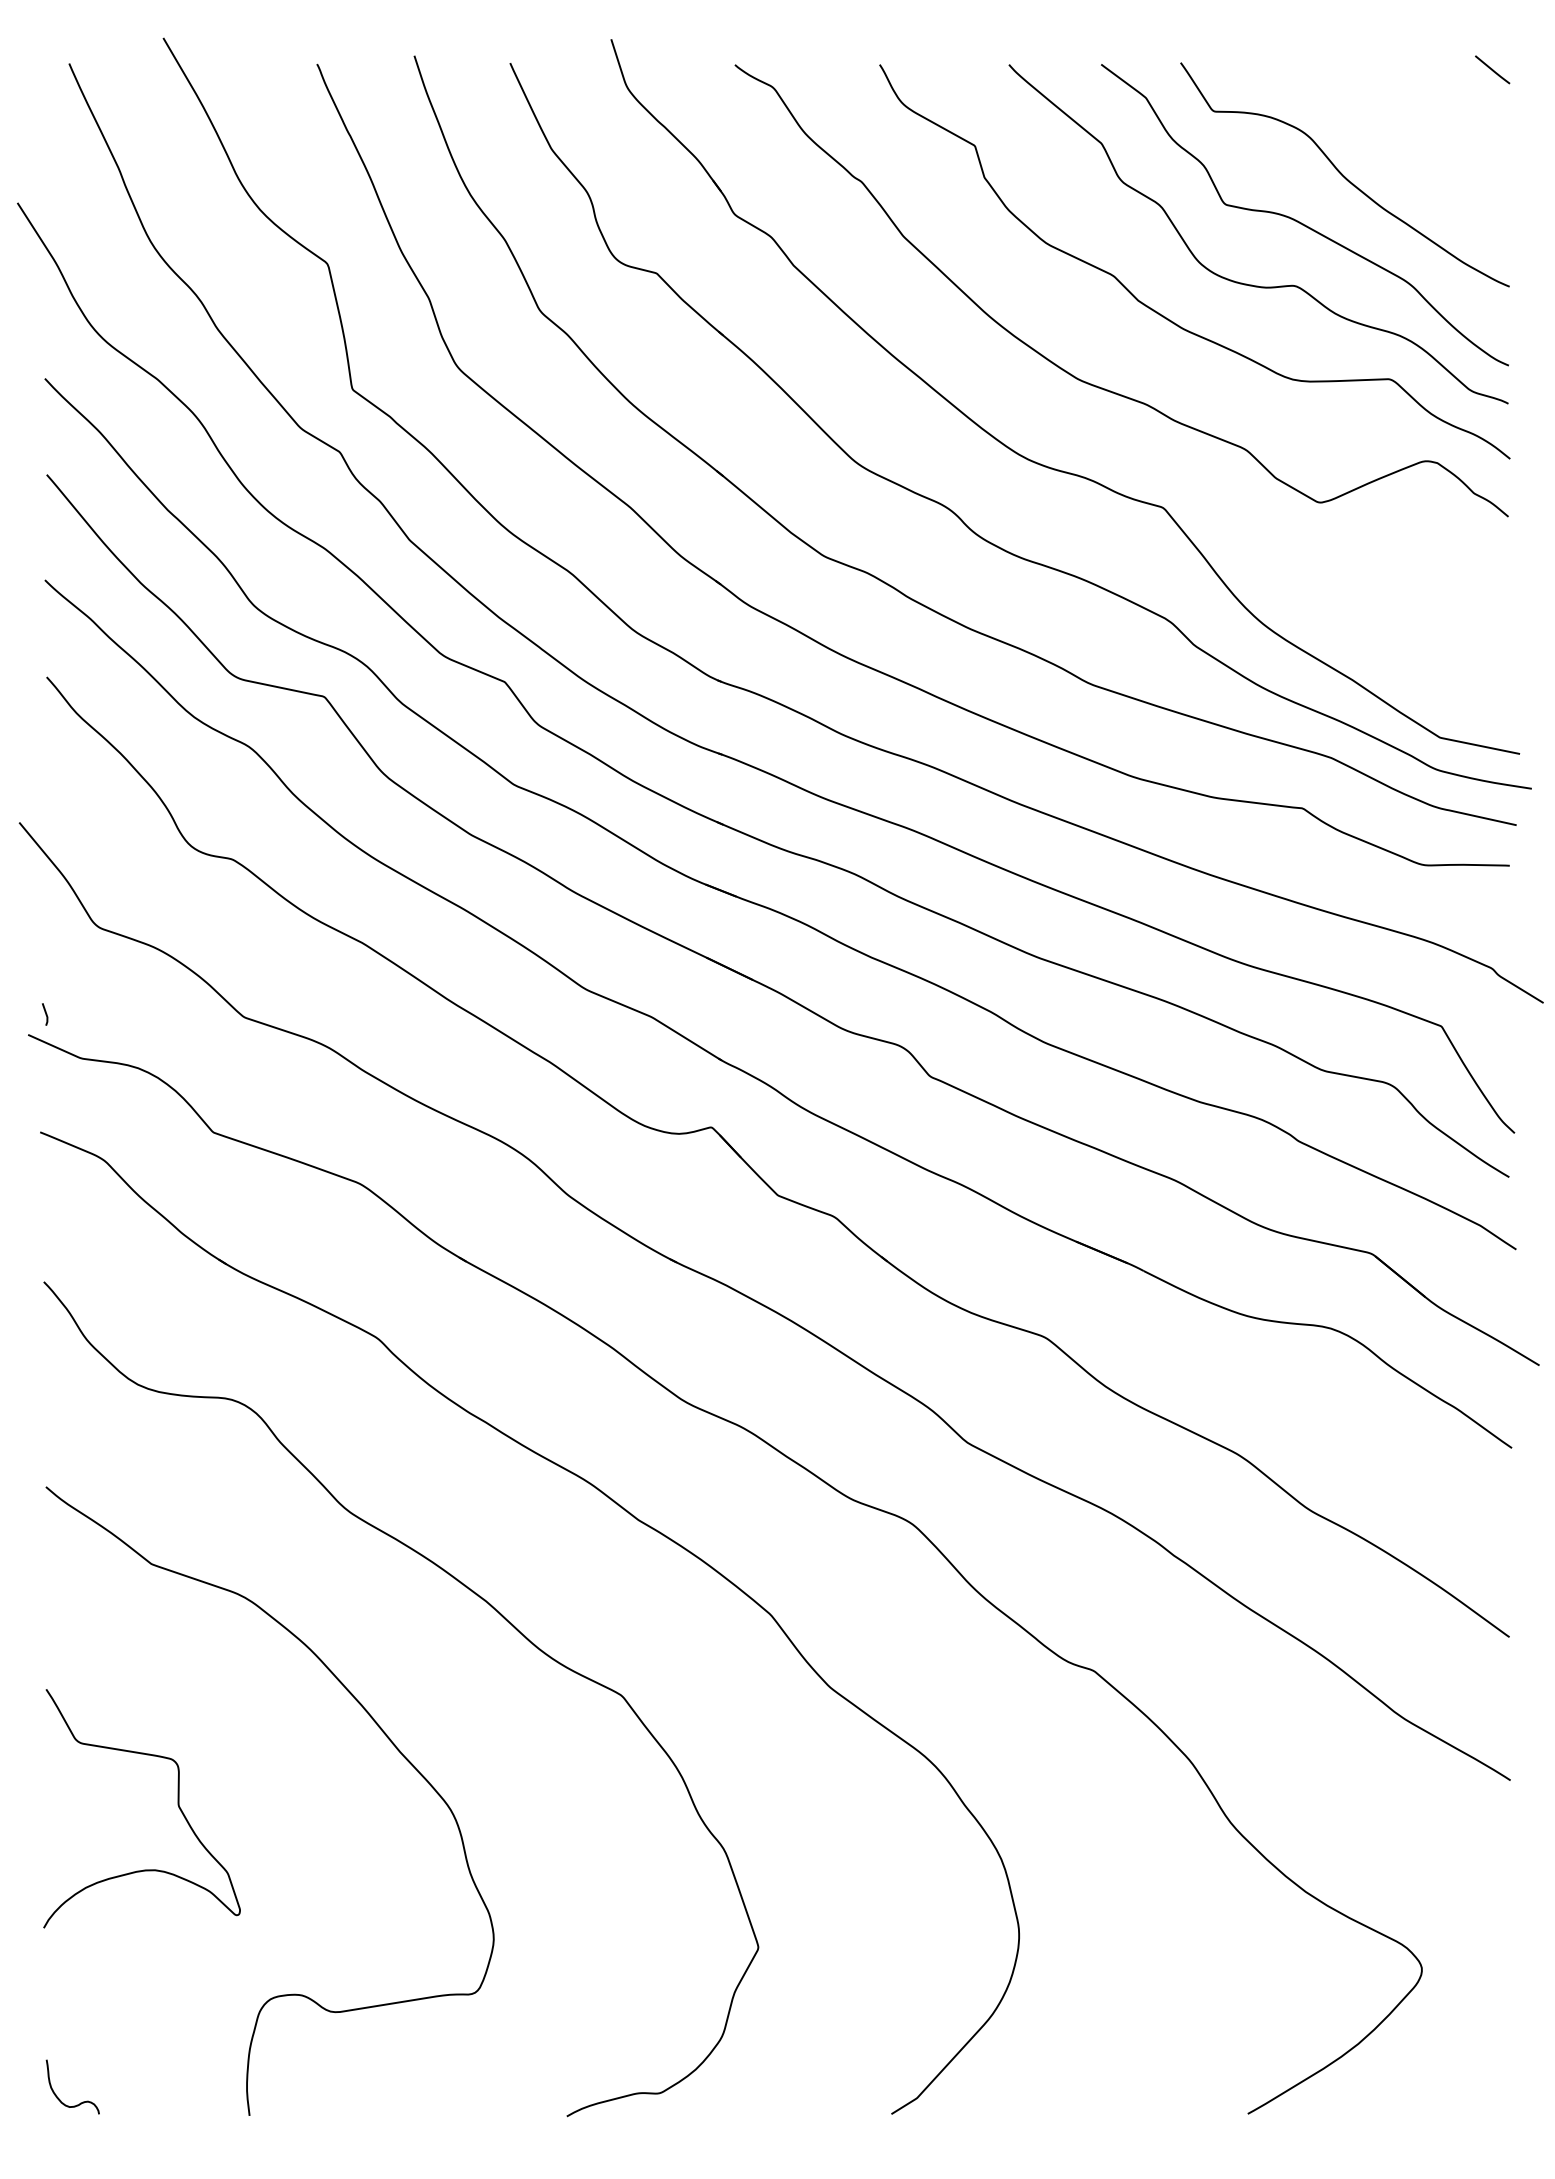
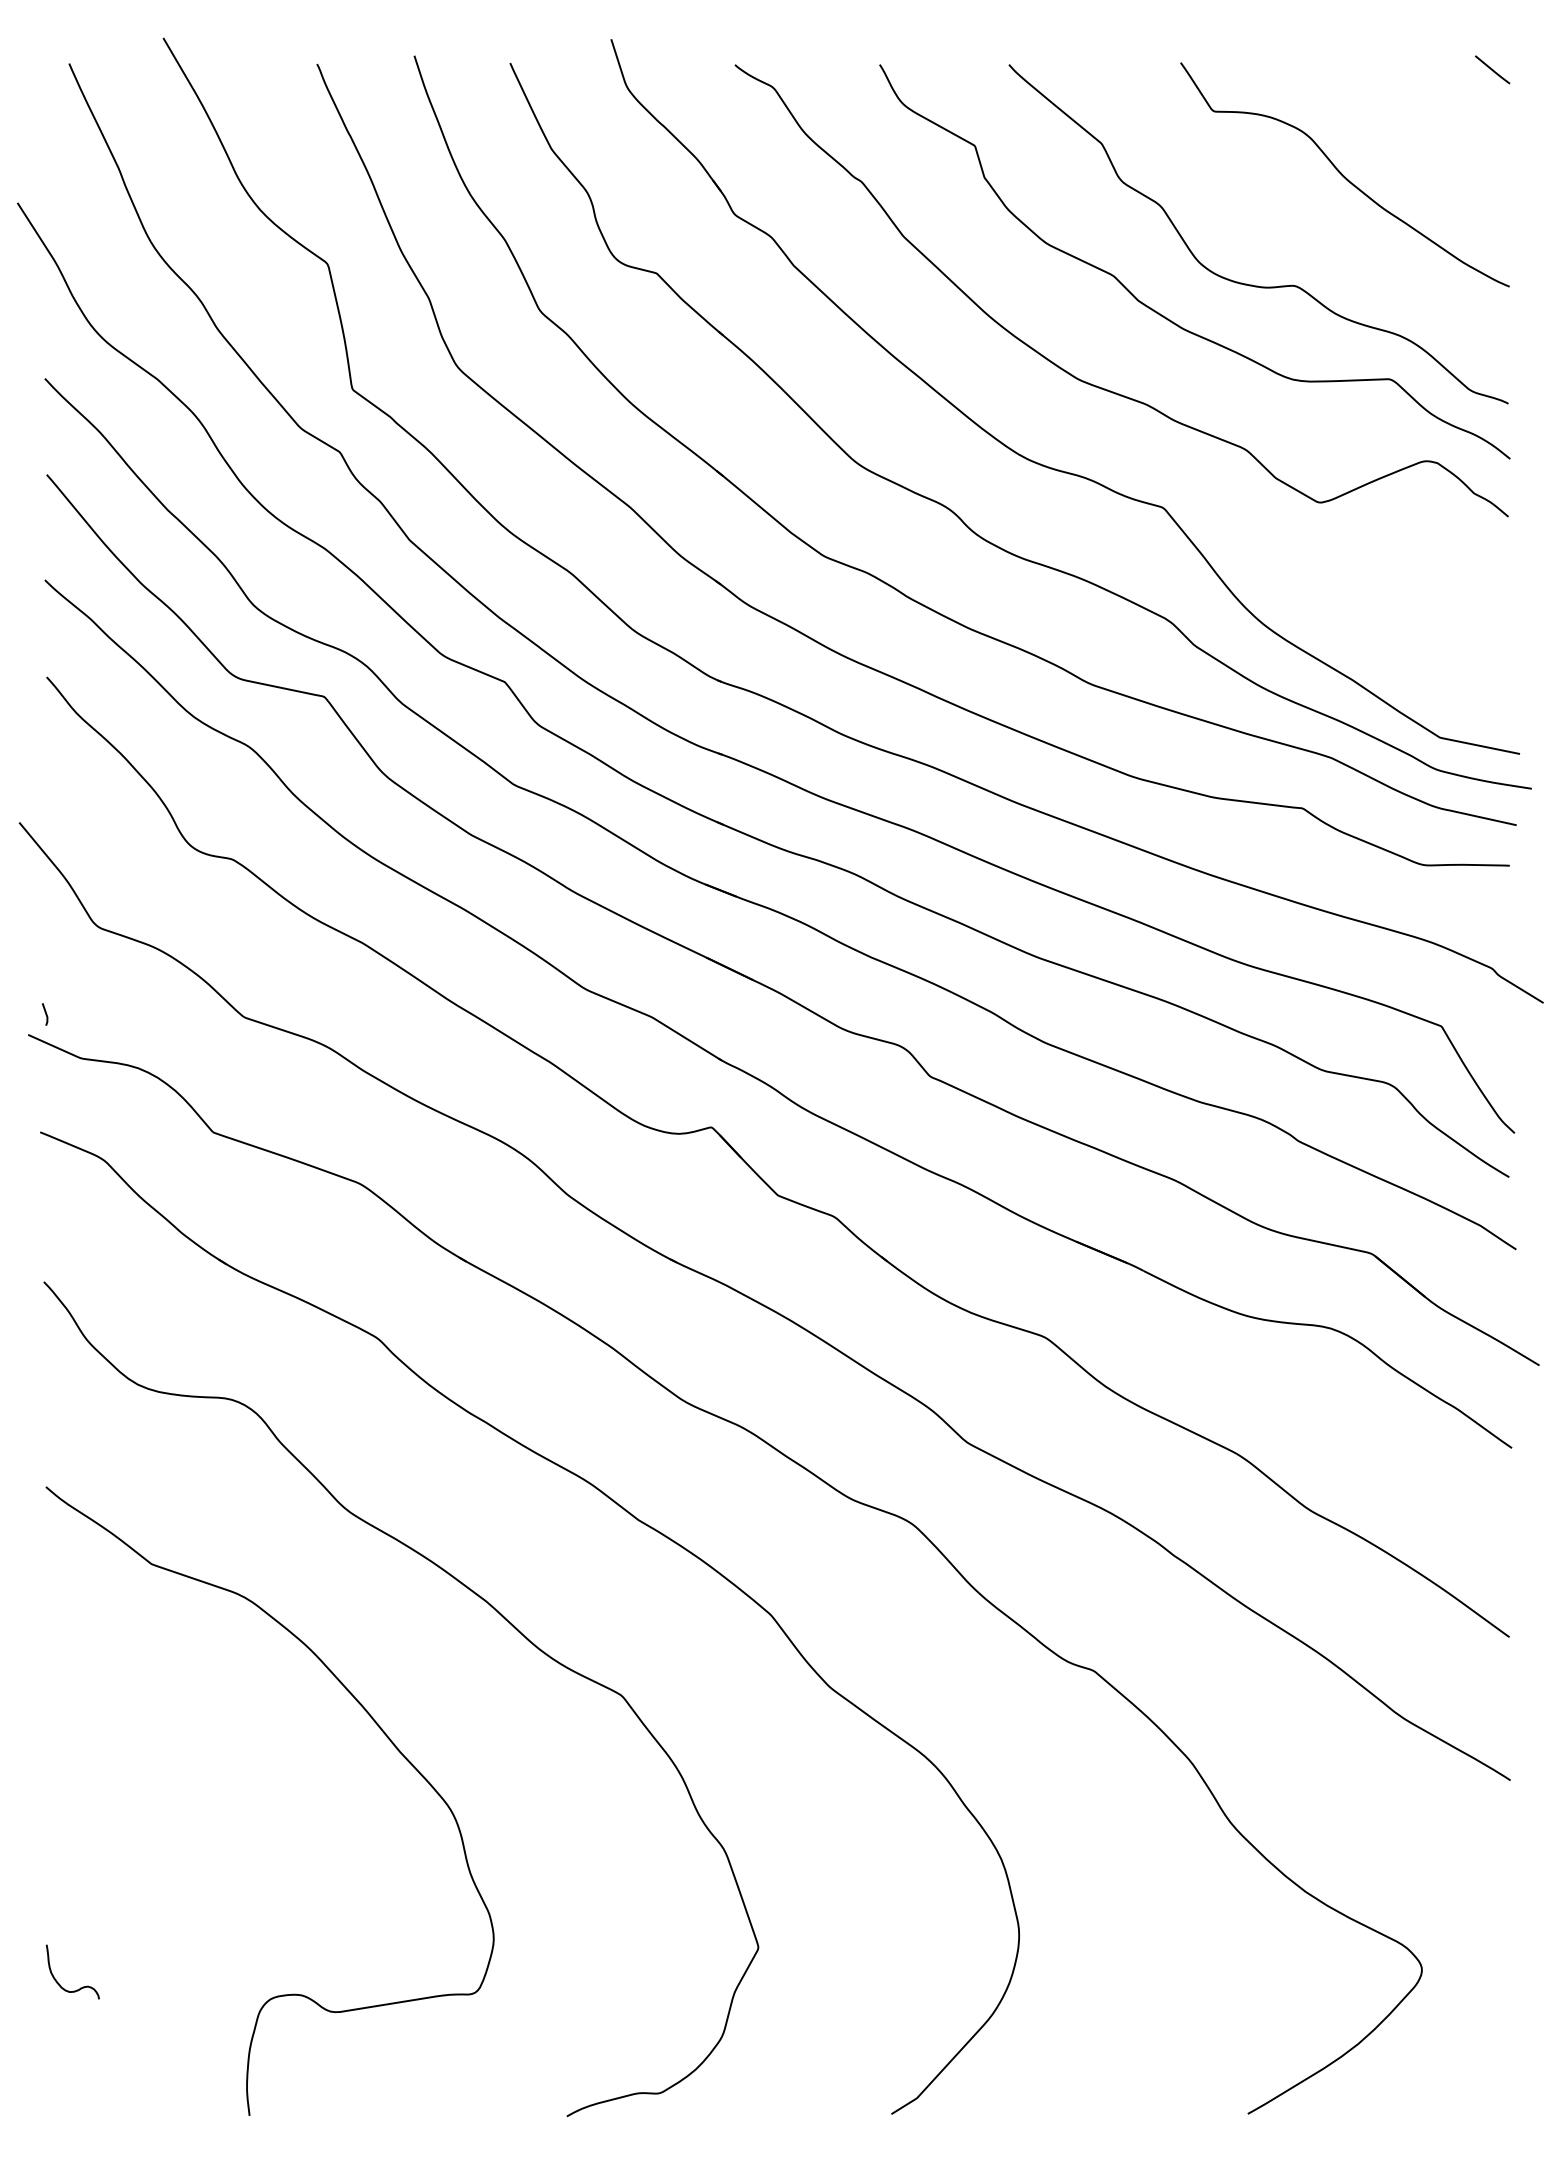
curve at (1301, 222): present -> none
curve at (177, 1805): present -> none
curve at (59, 2098) position: (59, 2098) -> (59, 1983)
